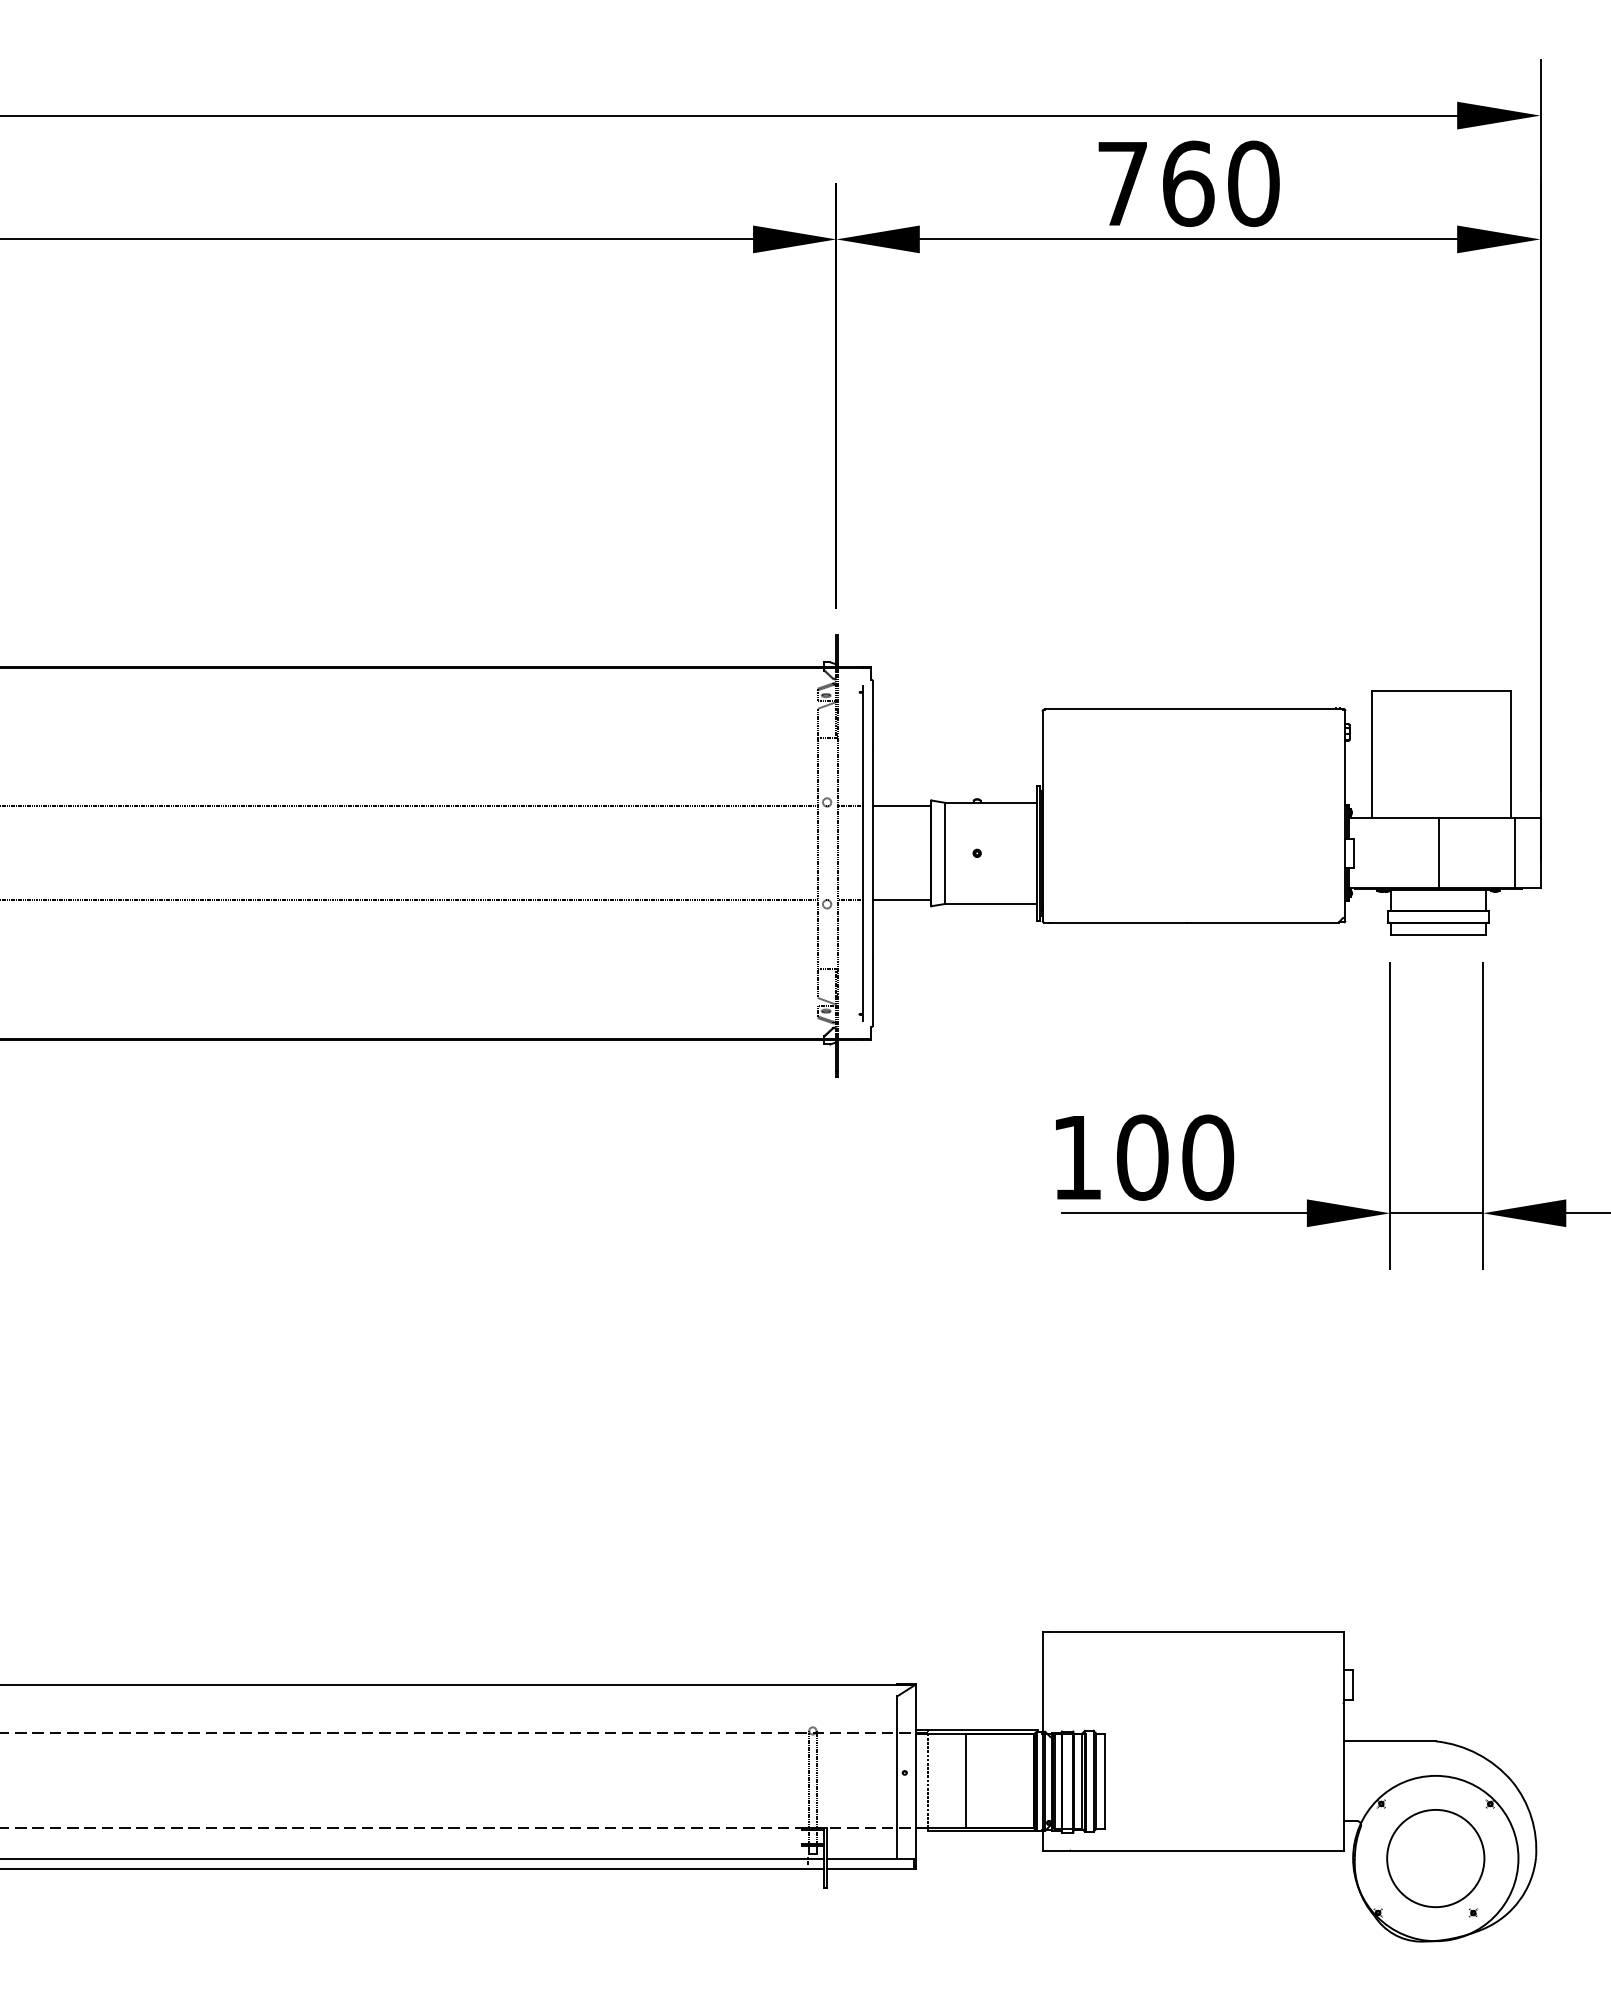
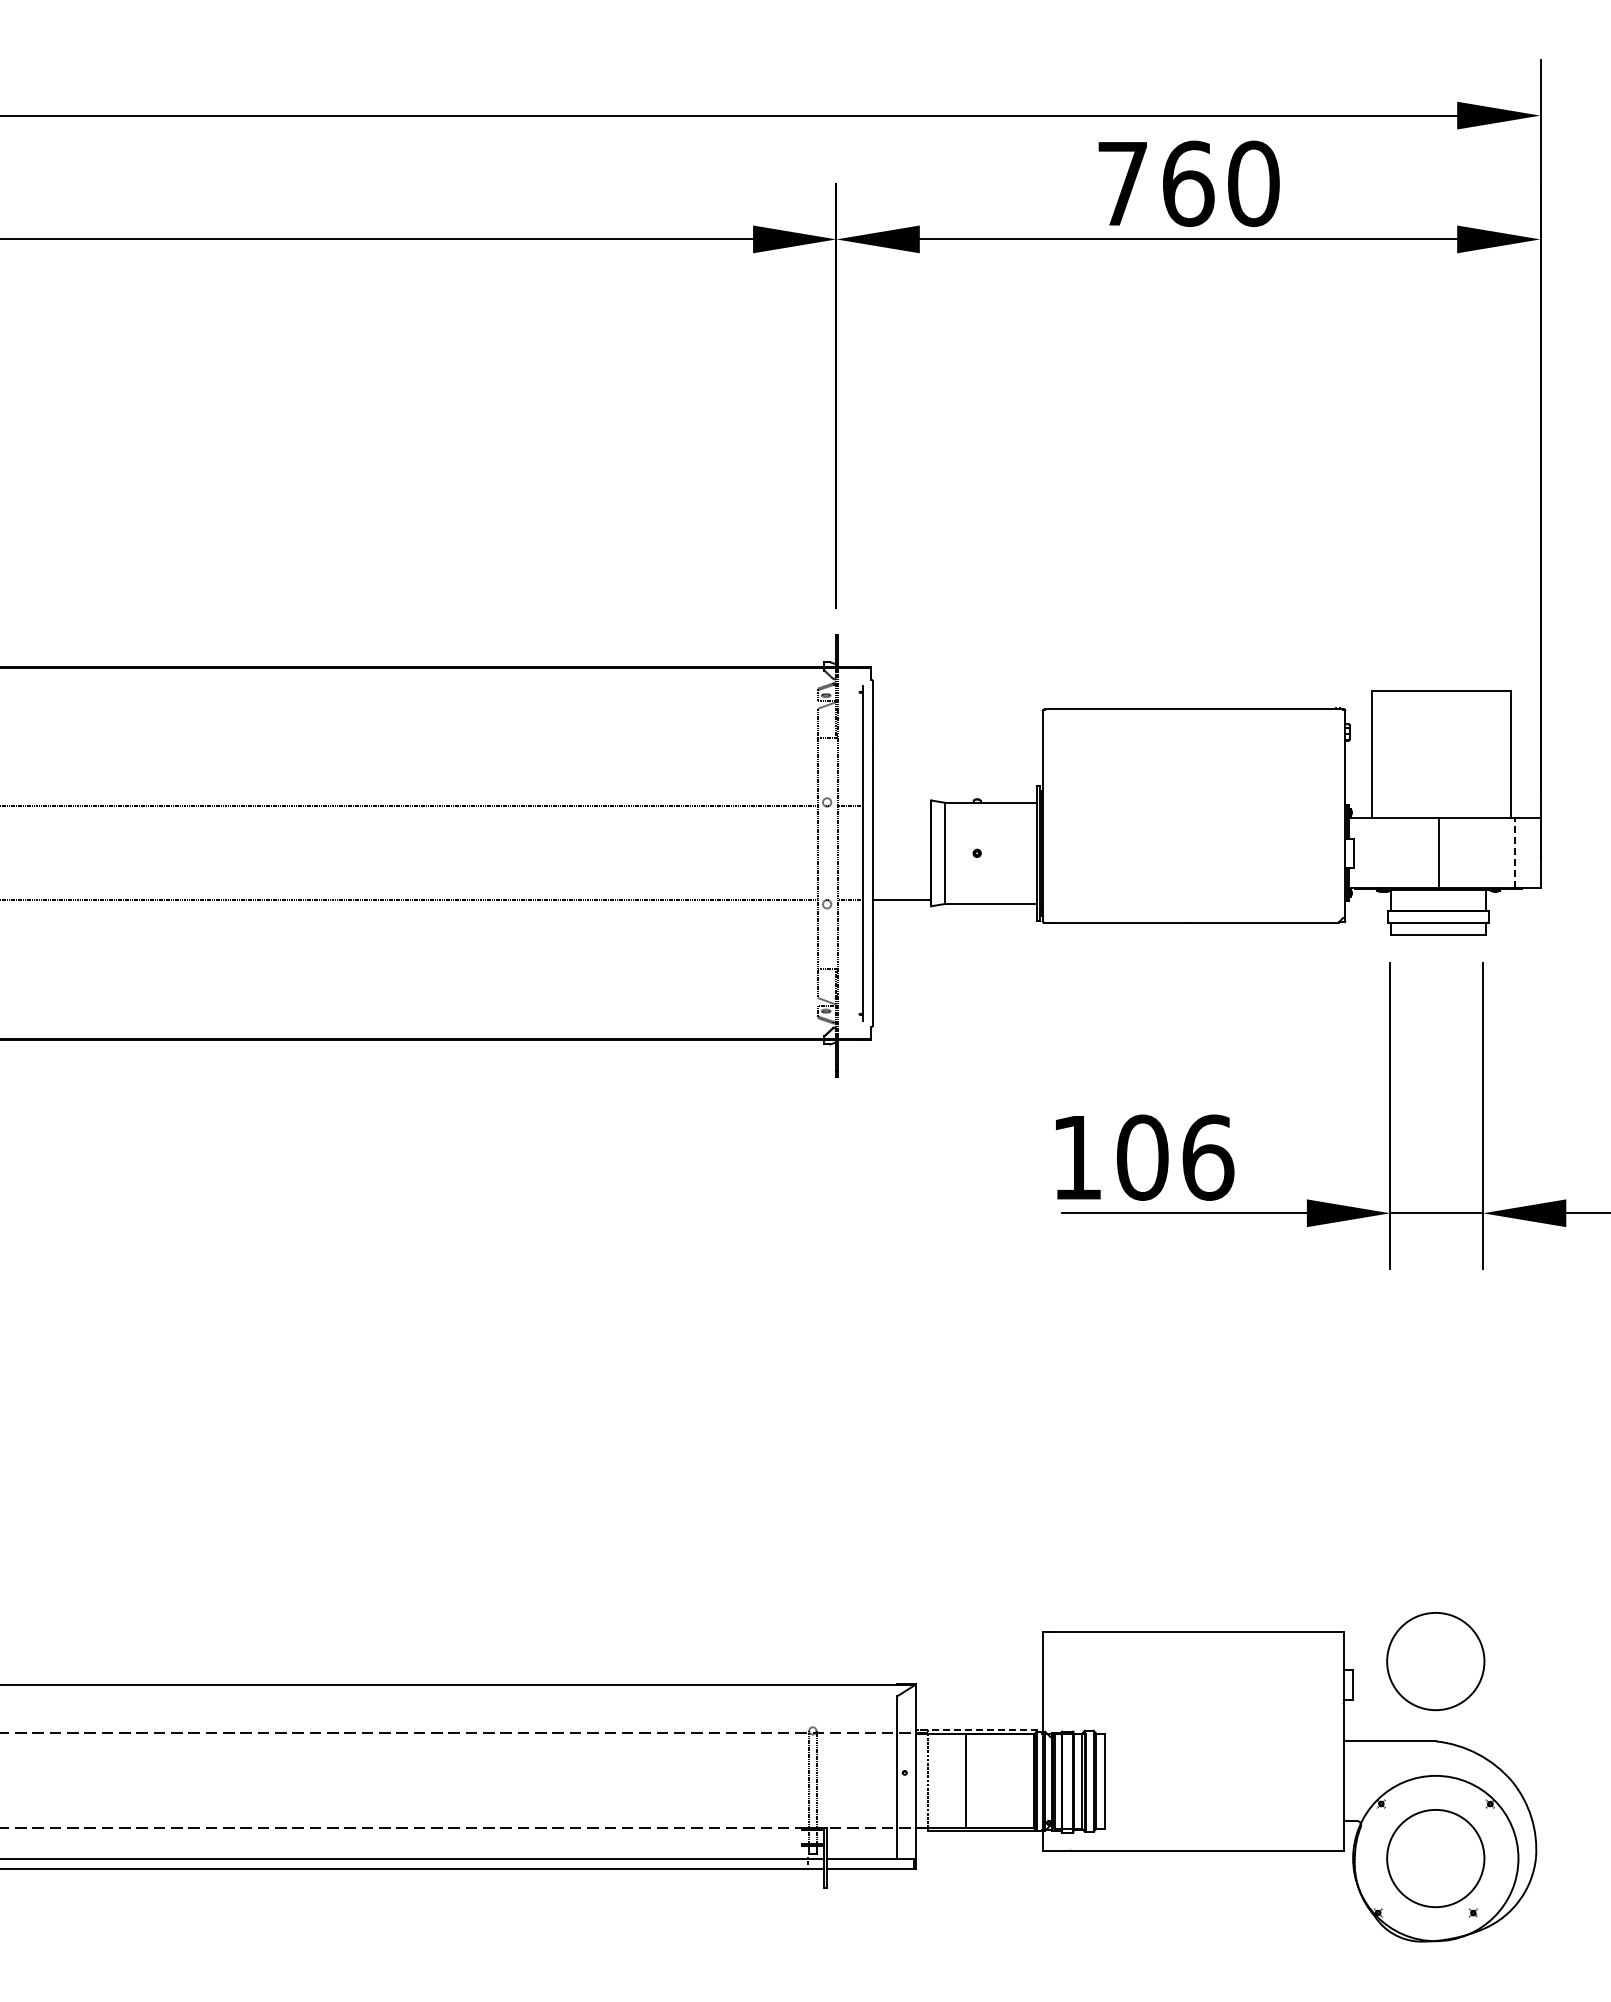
line at (901, 806): present -> none
line at (1515, 852): solid -> dashed
text at (1208, 1157): 100 -> 106
circle at (1435, 1661): none -> present
line at (976, 1729): solid -> dashed
